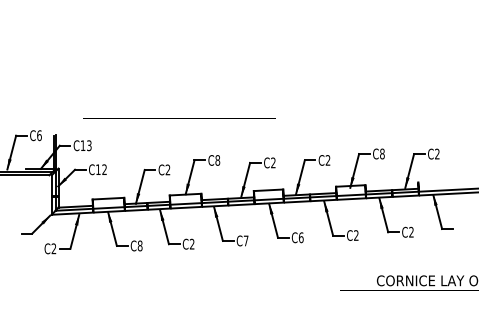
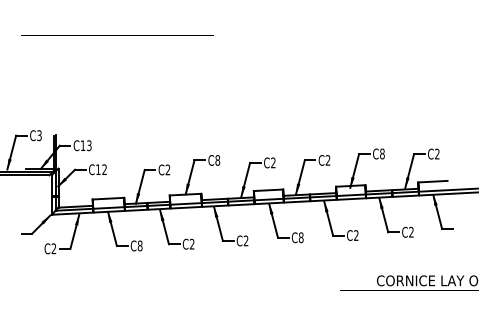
line at (179, 118) position: (179, 118) -> (117, 35)
text at (39, 135): C6 -> C3
line at (432, 181): none -> present
text at (300, 237): C6 -> C8
text at (245, 240): C7 -> C2
